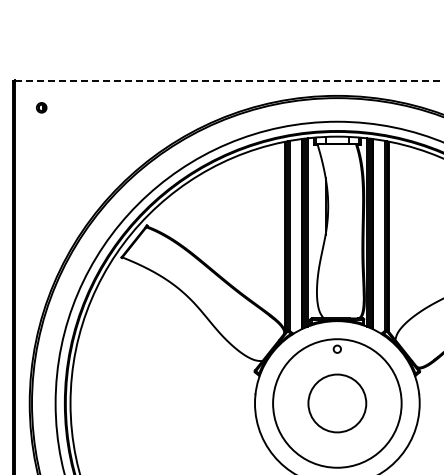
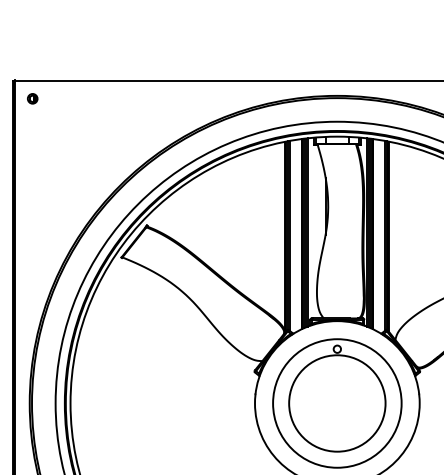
line at (228, 81): dashed -> solid
part at (41, 107) position: (41, 107) -> (32, 98)
circle at (337, 403) diameter: 58 px -> 96 px
